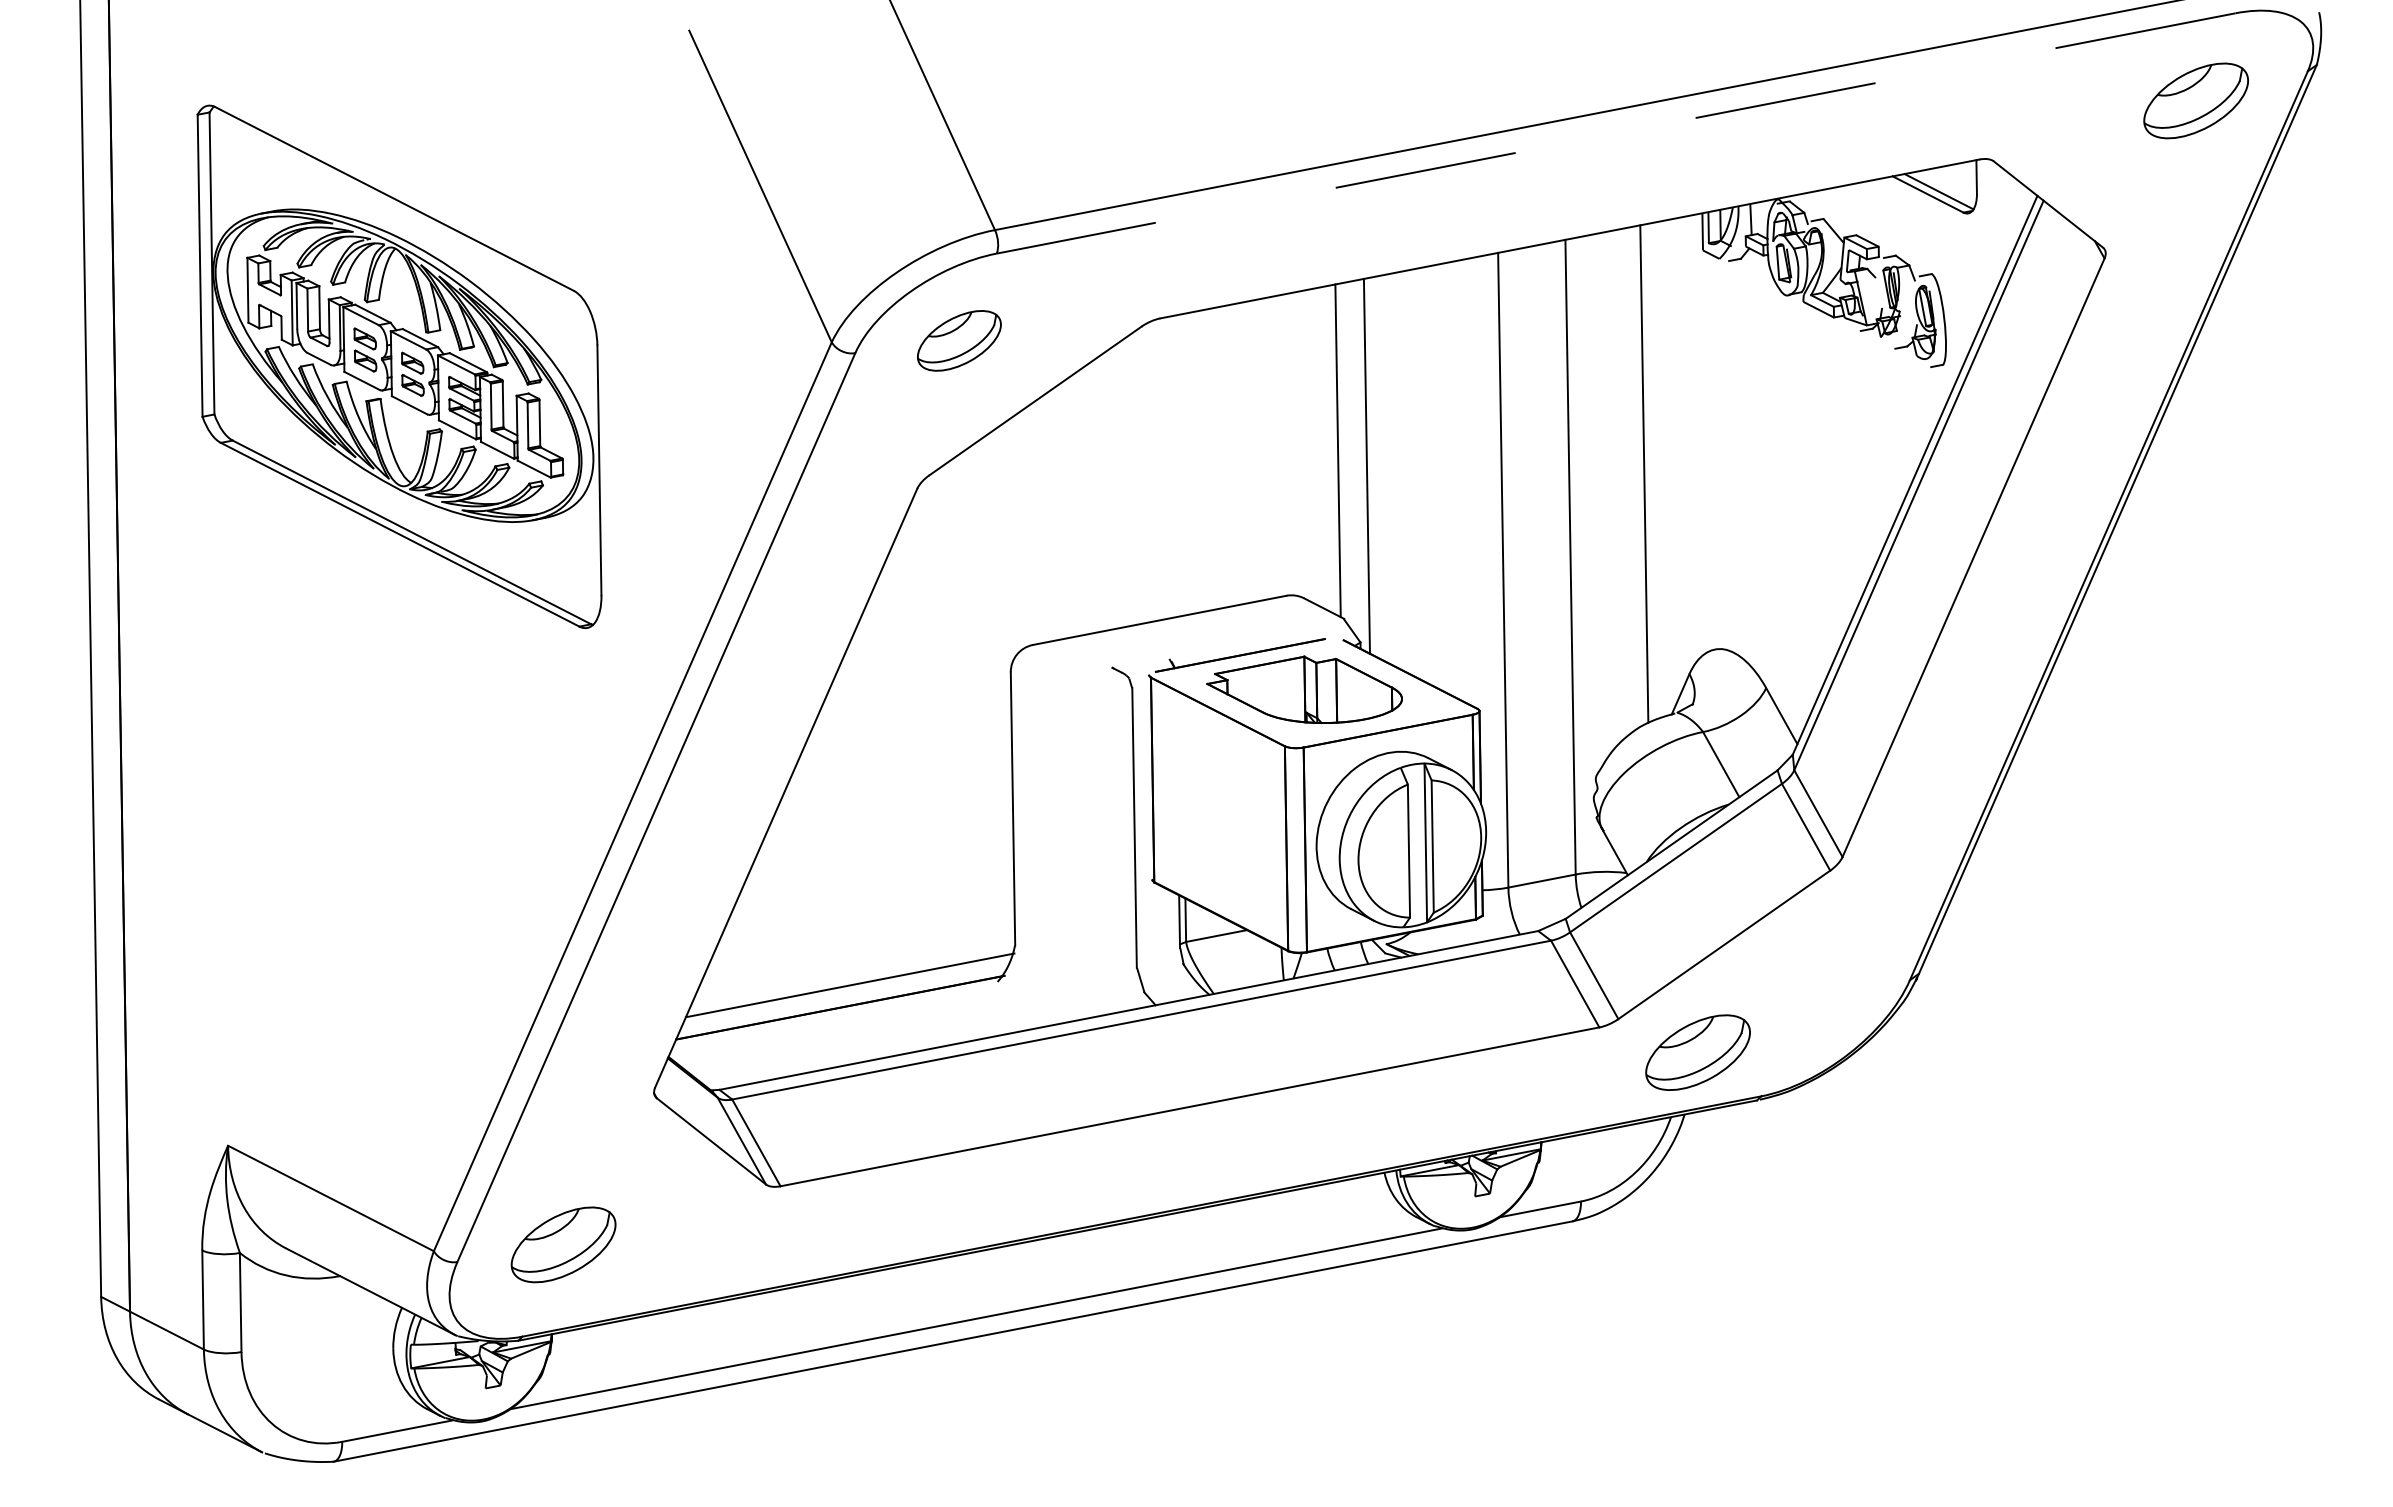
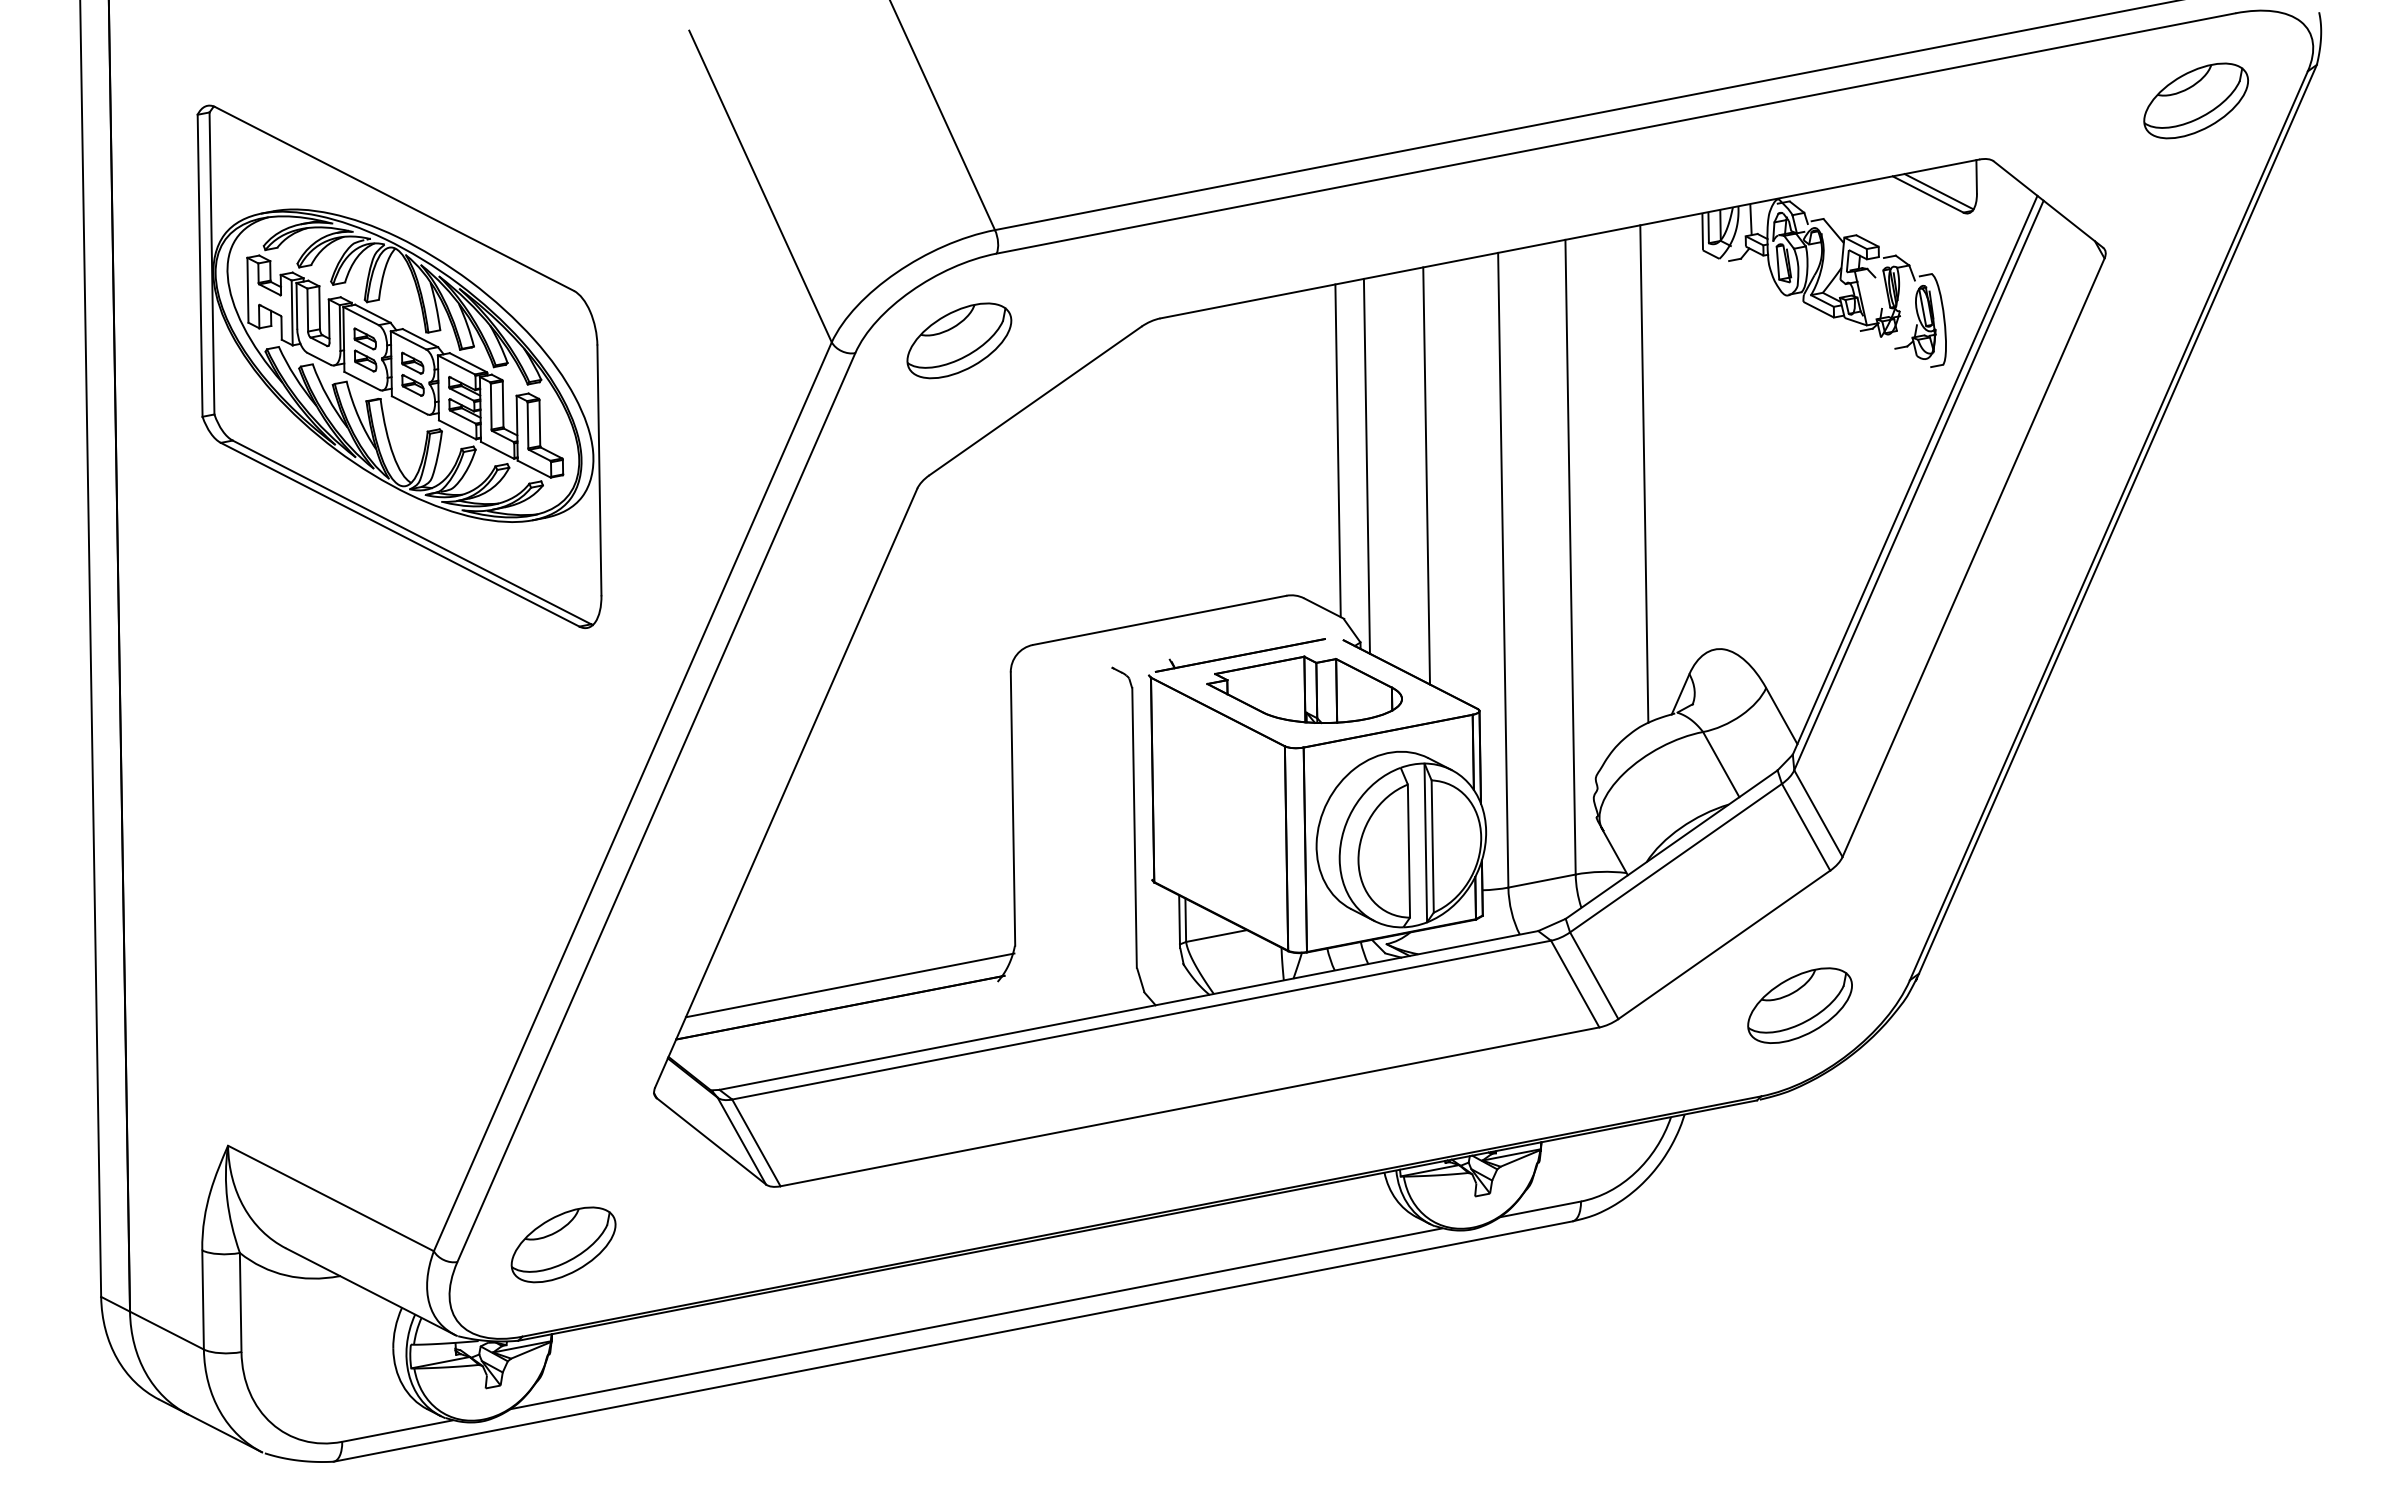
line at (1616, 133): dashed -> solid
part at (959, 340) size: 85x62 px -> 107x78 px
line at (1426, 475): none -> present
part at (1697, 1052) position: (1697, 1052) -> (1799, 1005)
